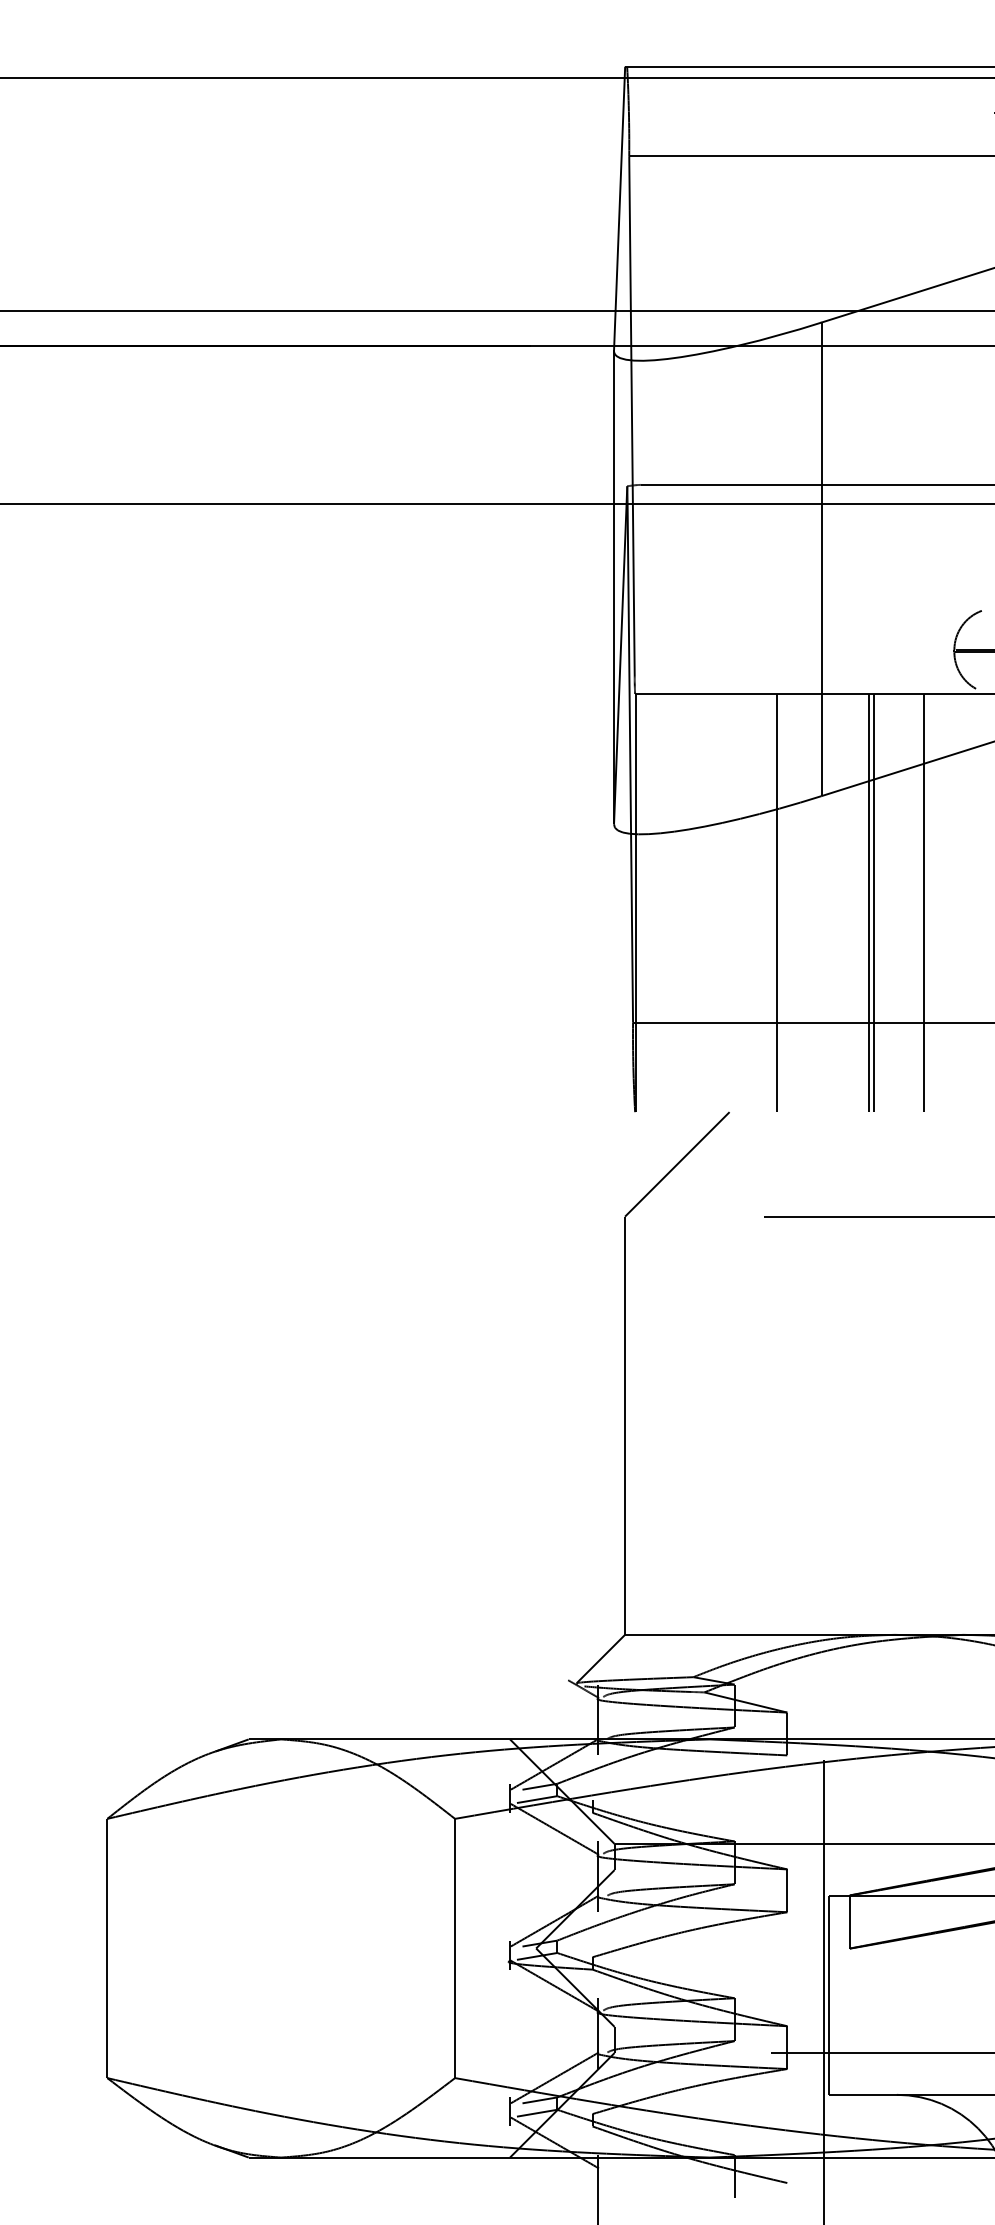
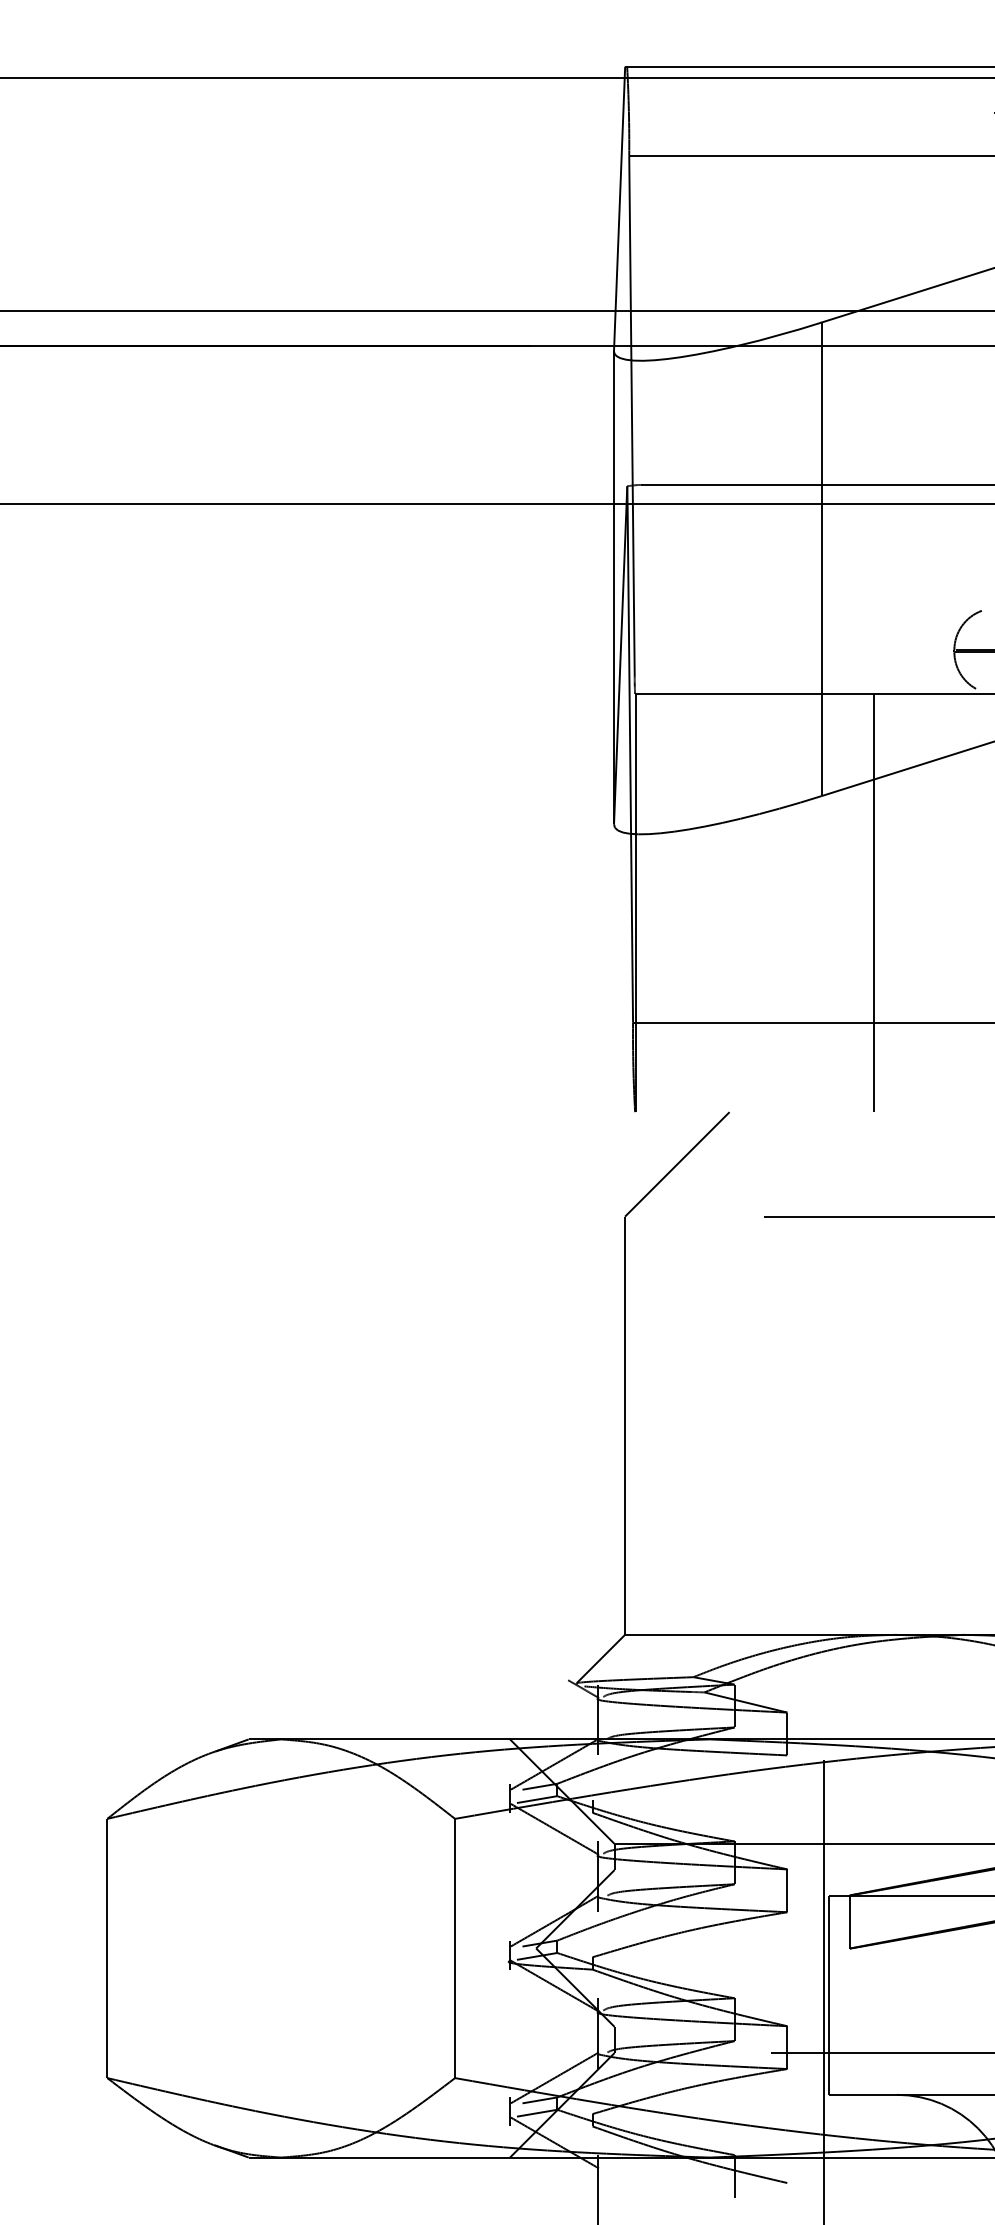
line at (776, 902): present -> none
line at (869, 902): present -> none
line at (924, 902): present -> none
